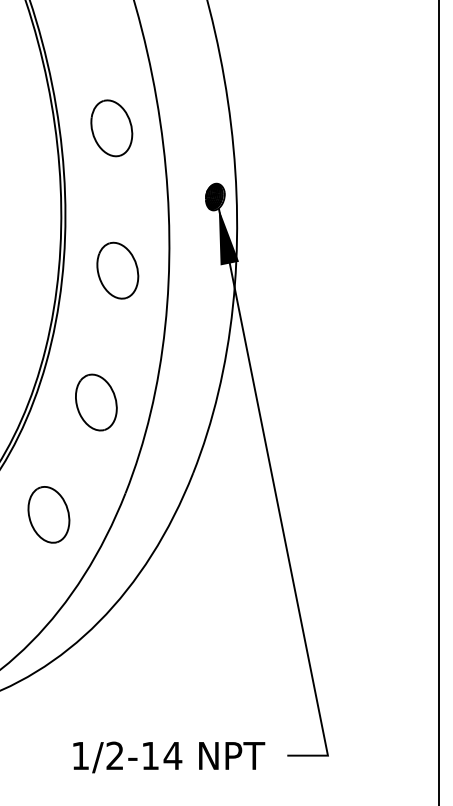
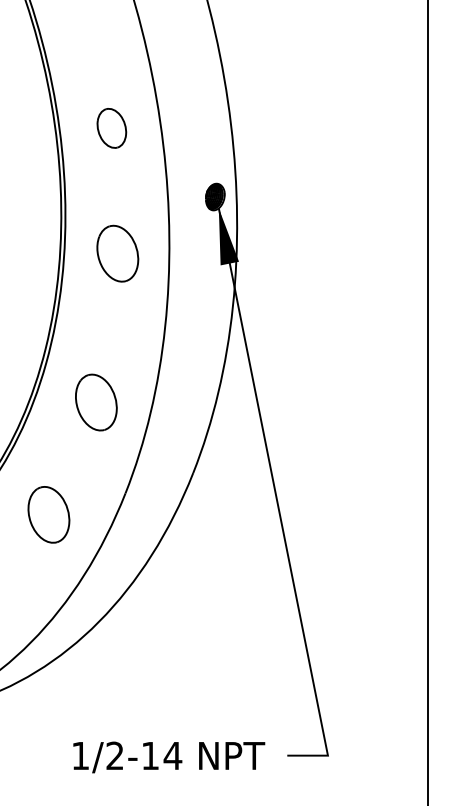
part at (111, 128) size: 44x59 px -> 32x41 px
part at (117, 270) position: (117, 270) -> (117, 253)
line at (439, 402) position: (439, 402) -> (428, 402)
